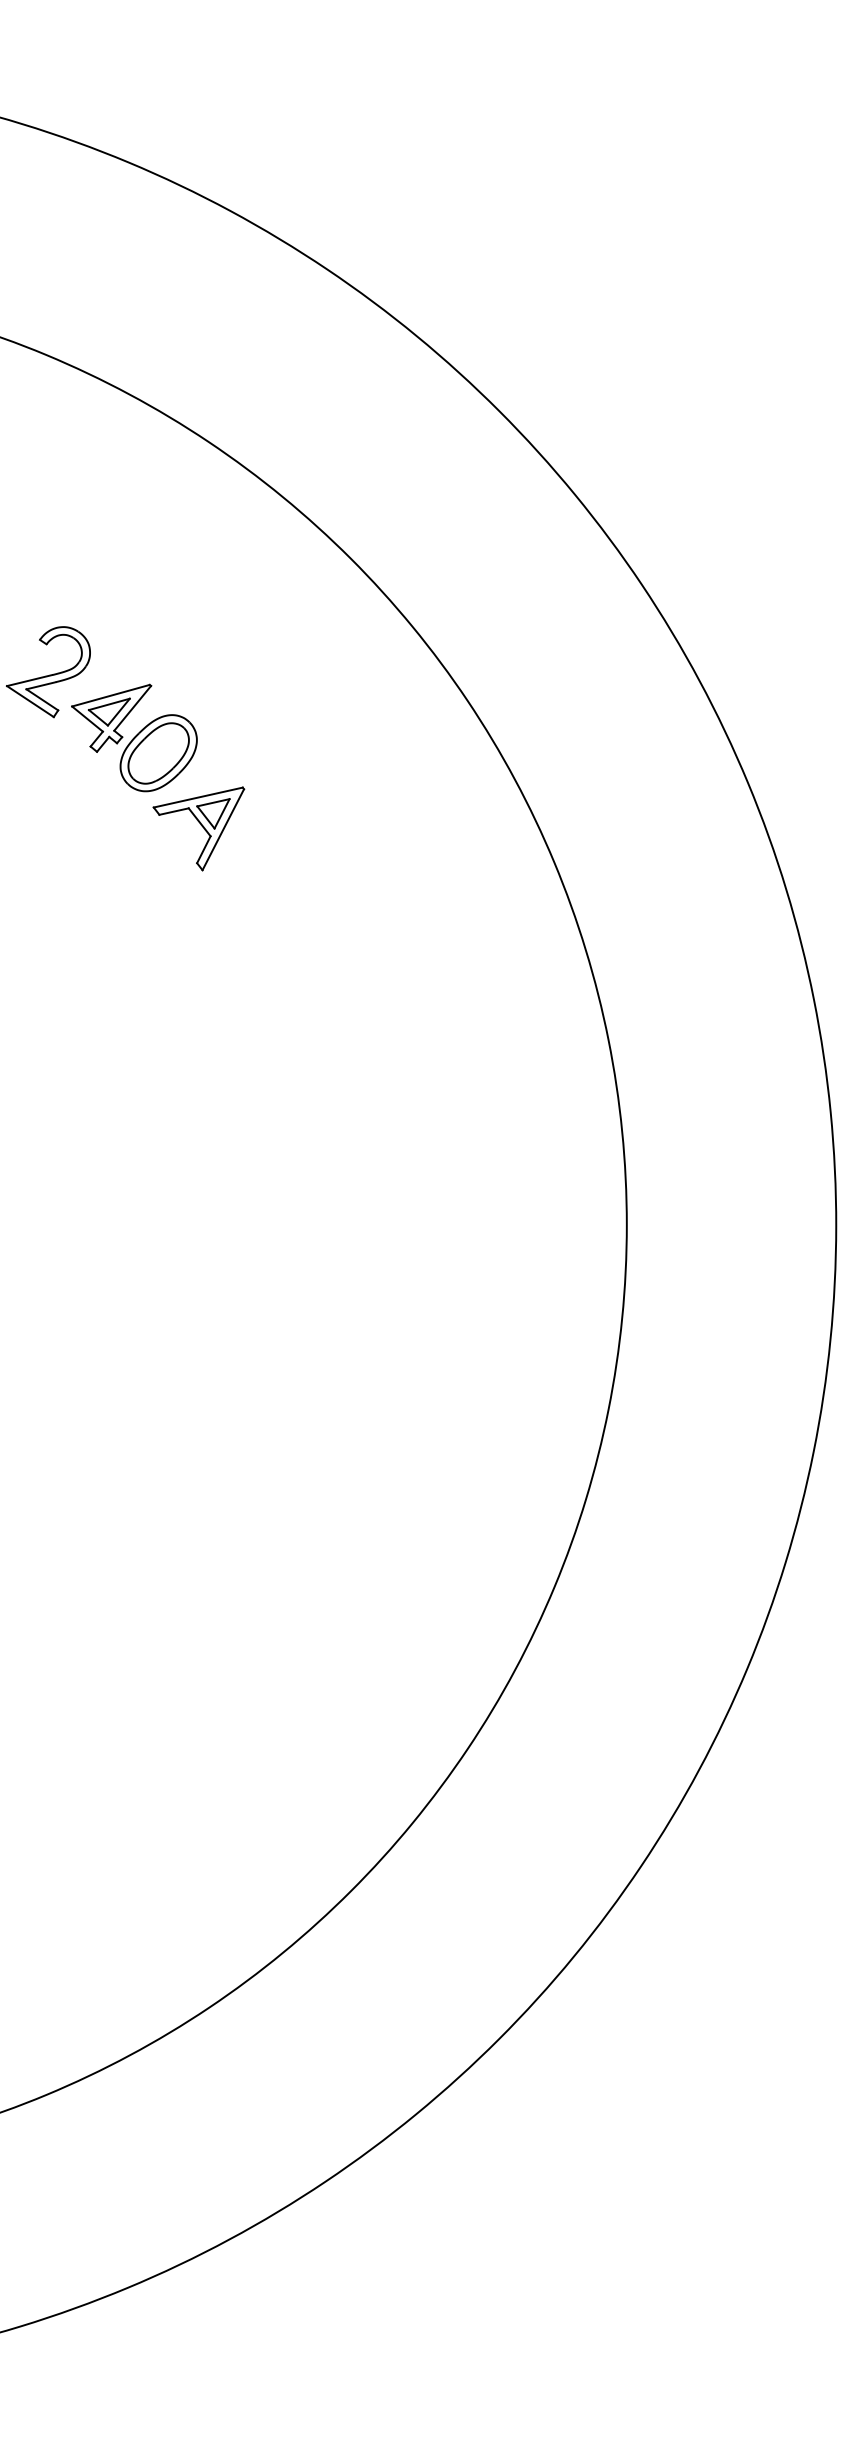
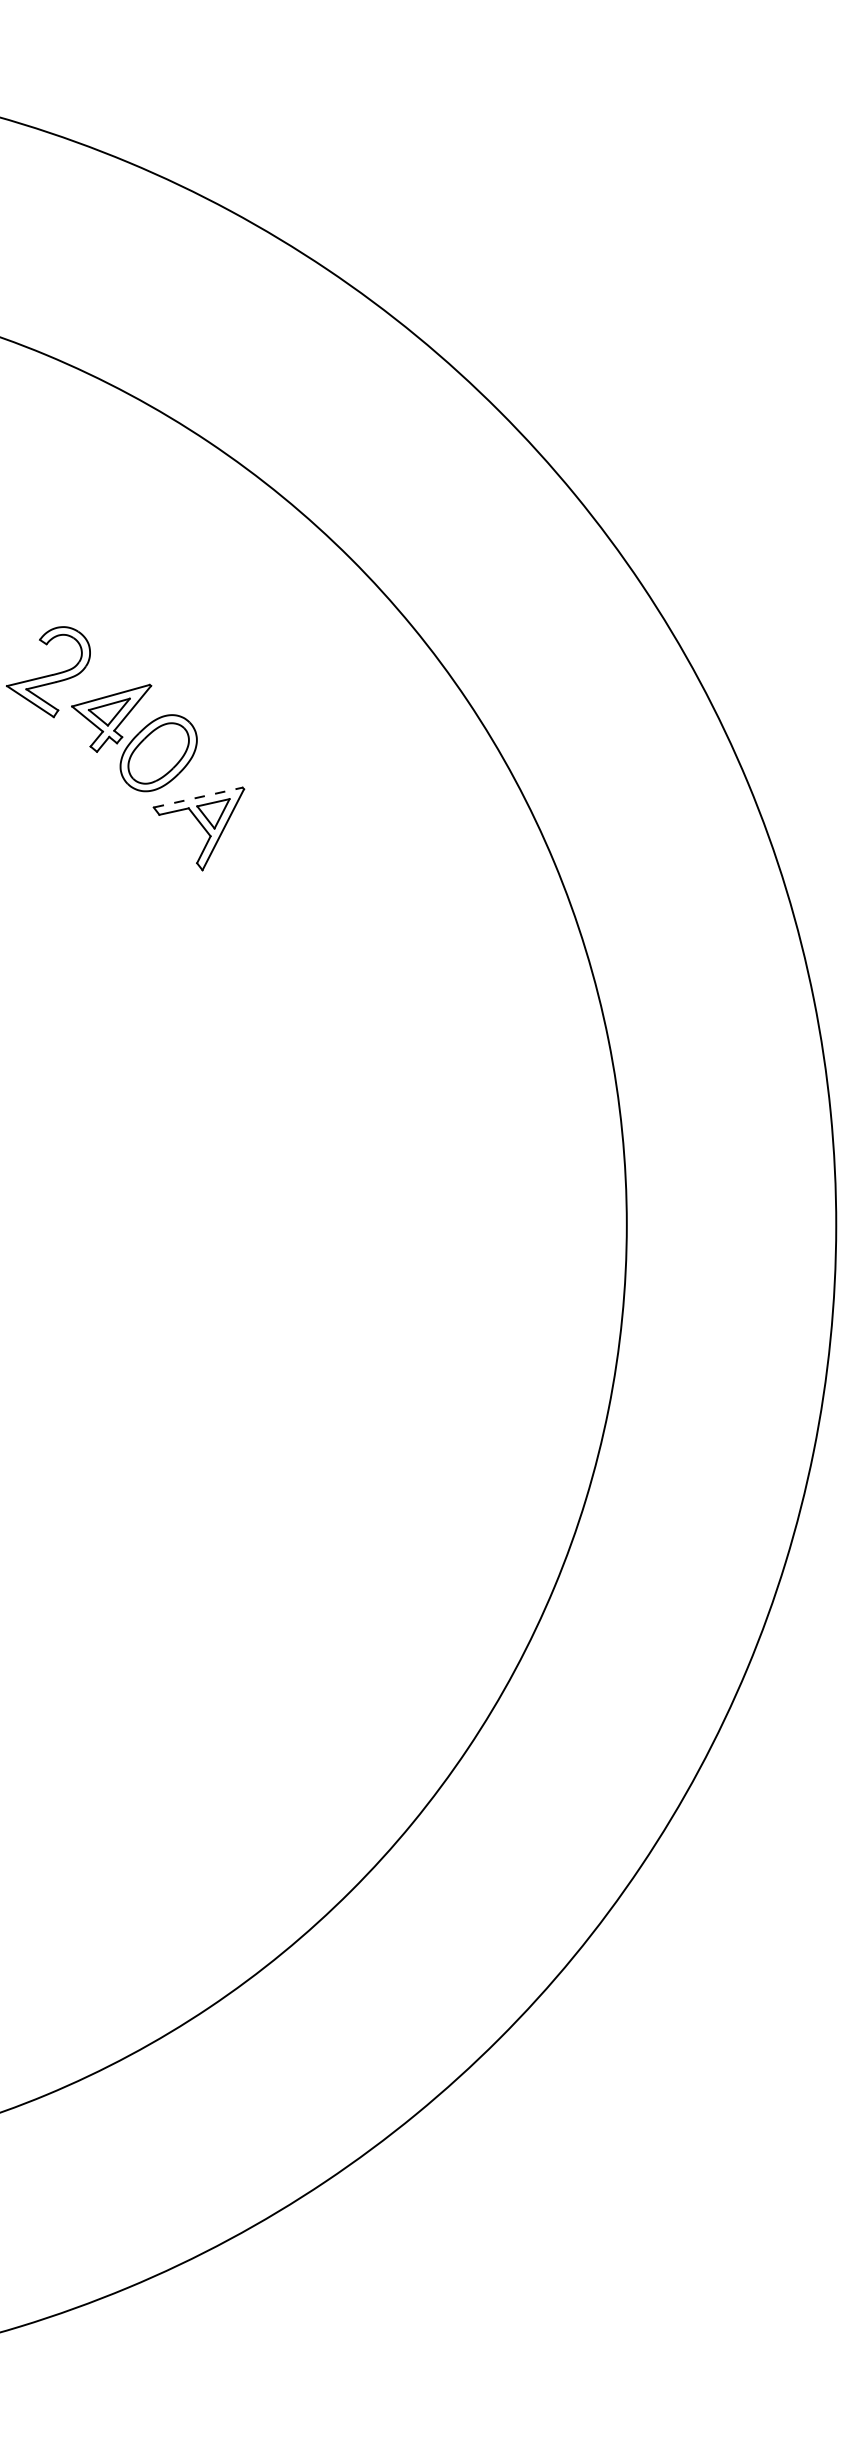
line at (198, 797): solid -> dashed
